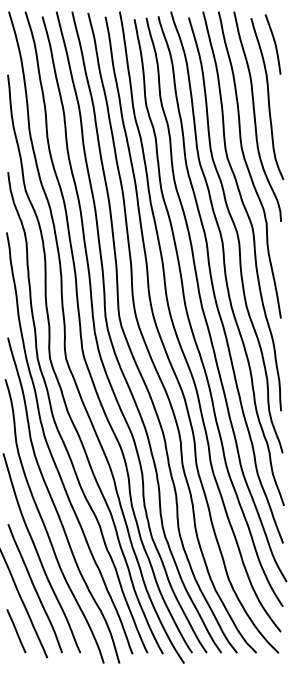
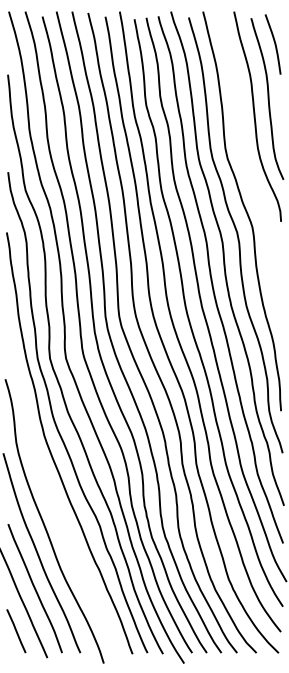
curve at (247, 164): present -> none
curve at (54, 502): present -> none
